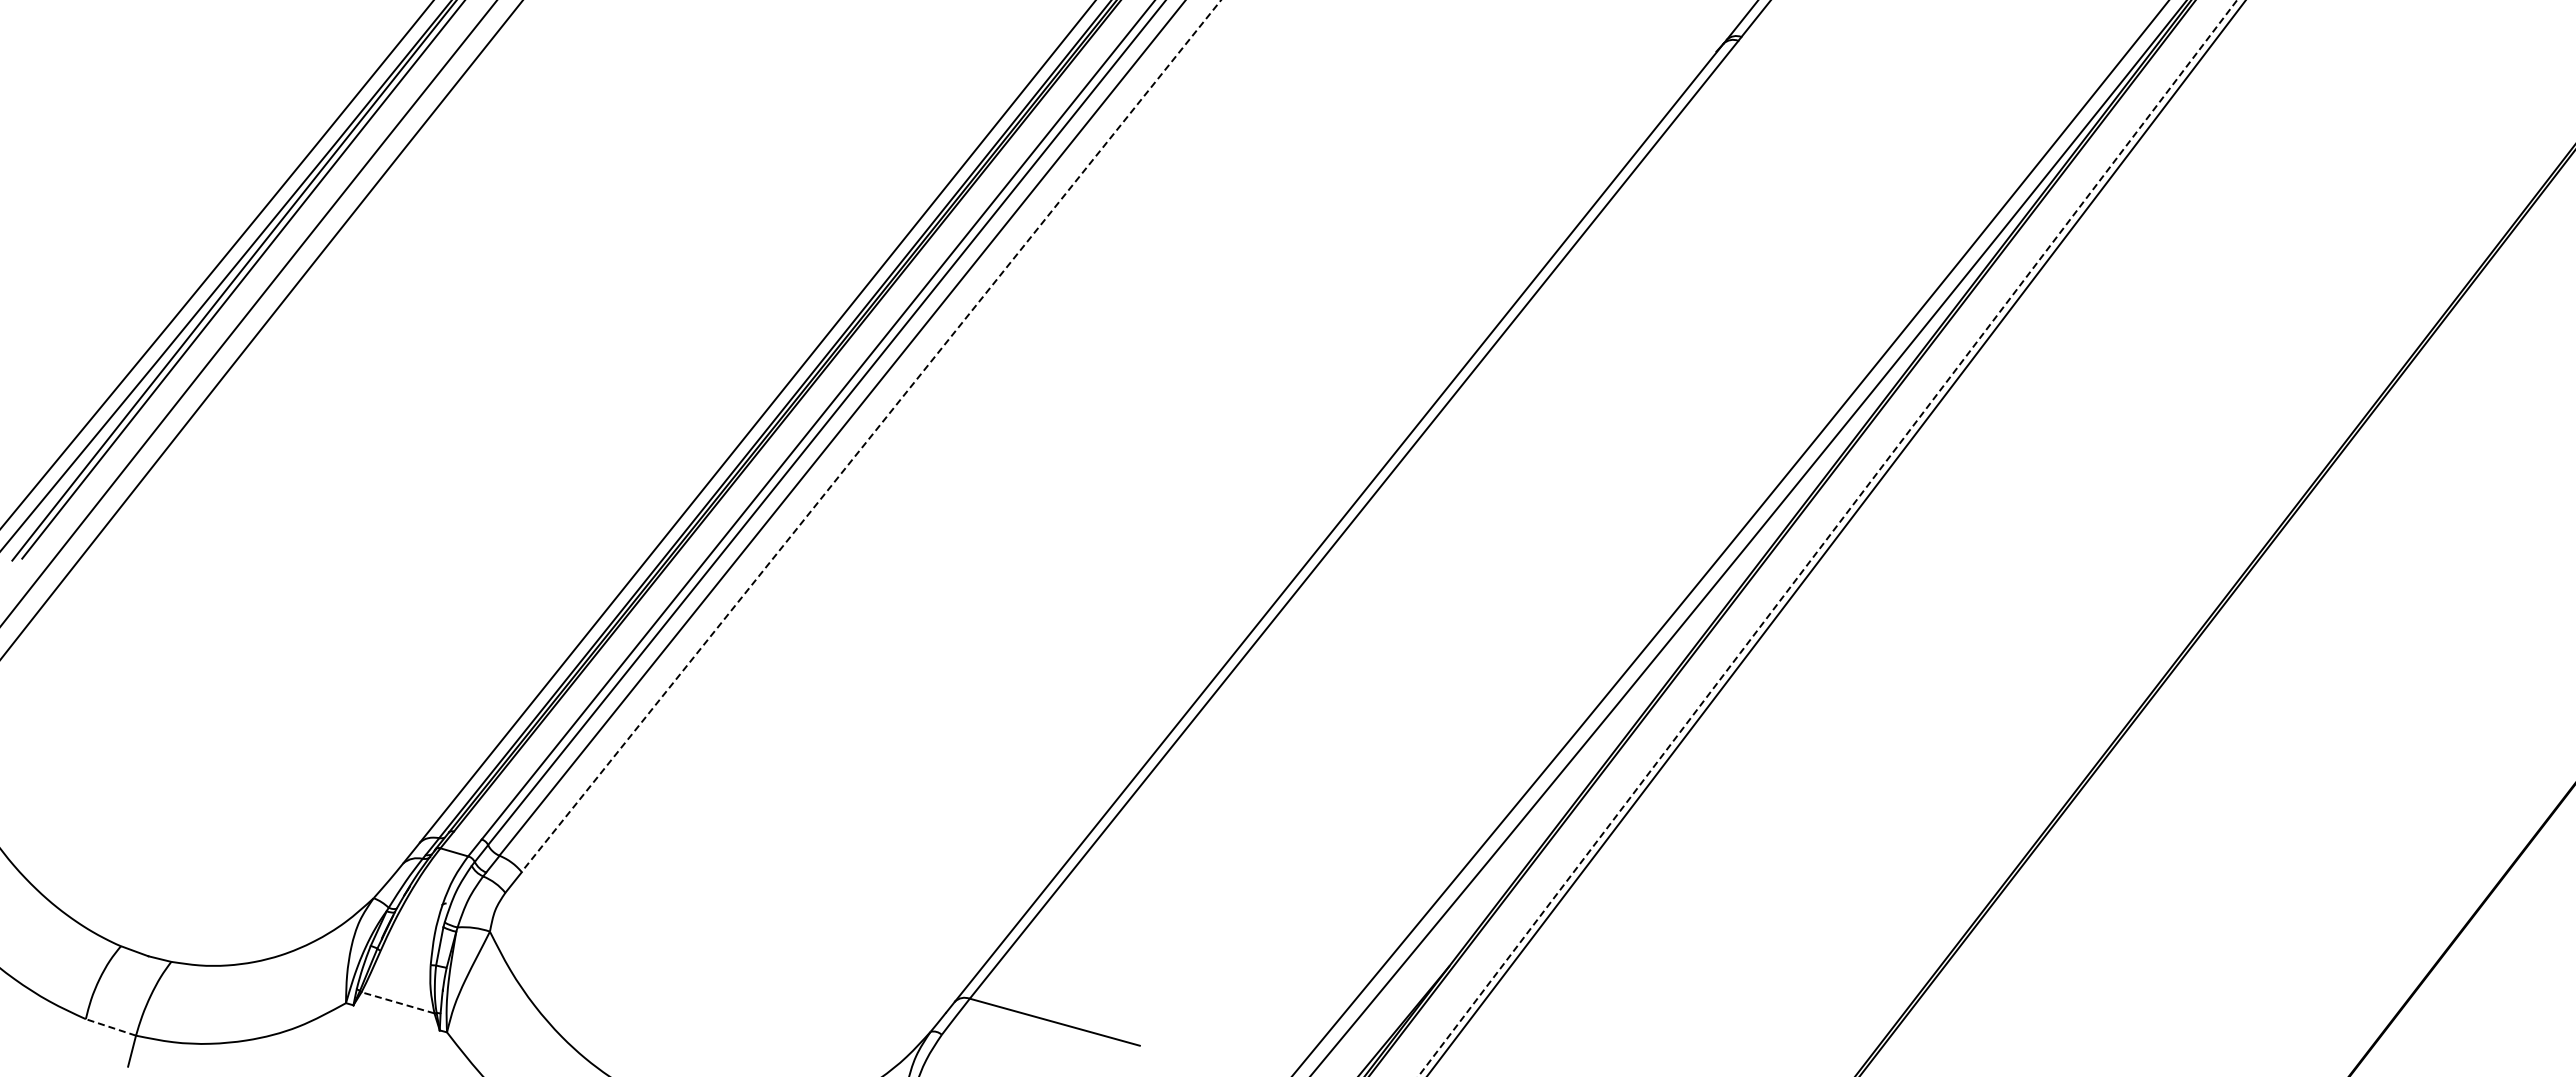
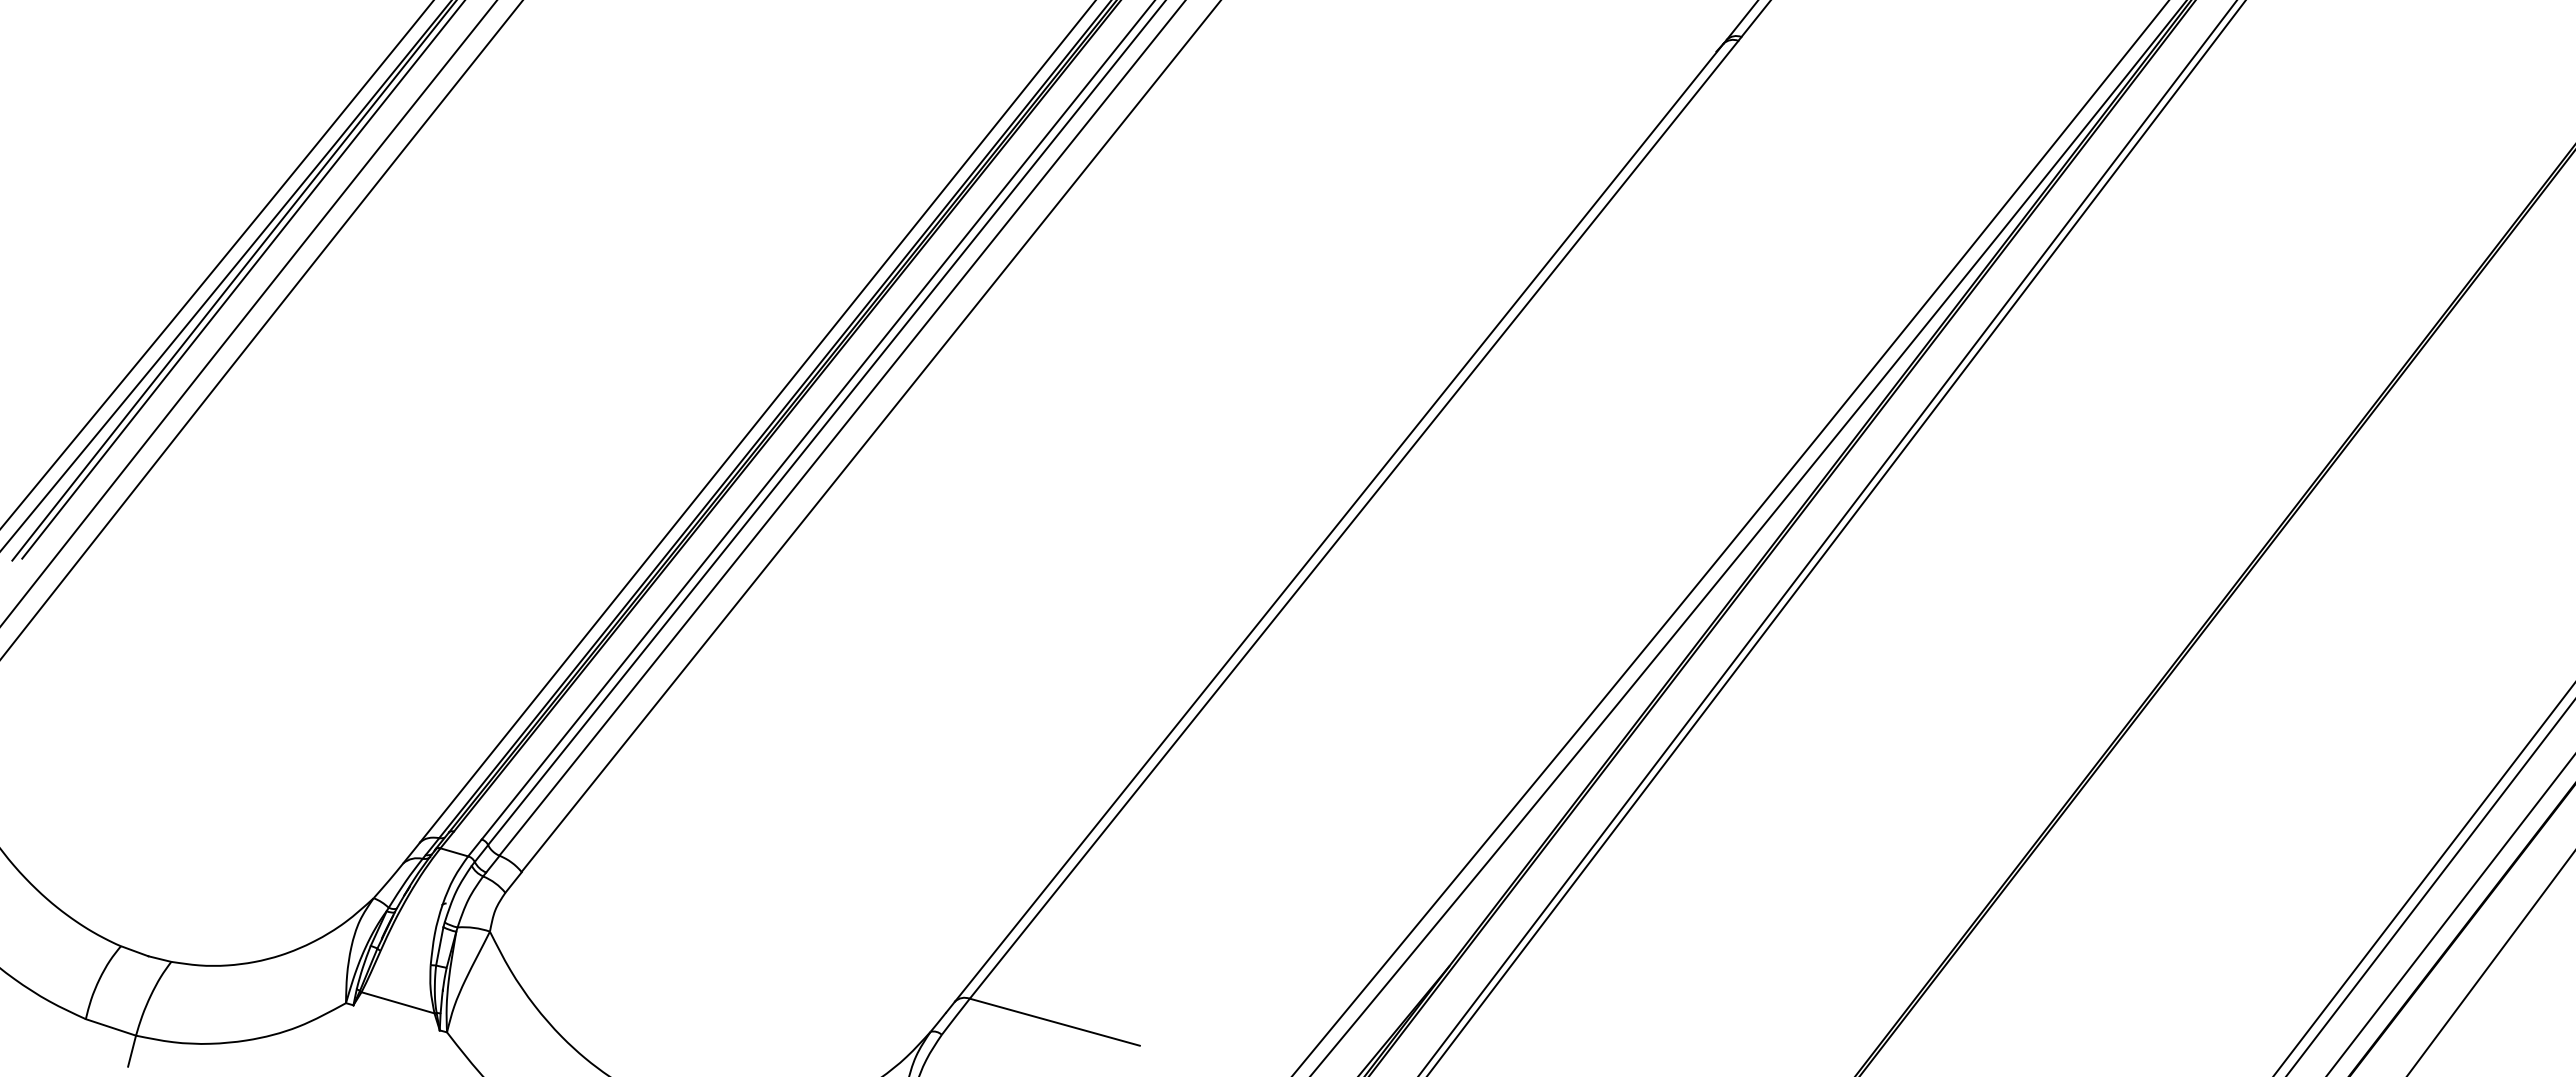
line at (871, 436): dashed -> solid
line at (1827, 538): dashed -> solid
line at (2423, 879): none -> present
line at (2430, 887): none -> present
line at (2450, 915): none -> present
line at (2490, 963): none -> present
line at (398, 1002): dashed -> solid
line at (110, 1027): dashed -> solid
